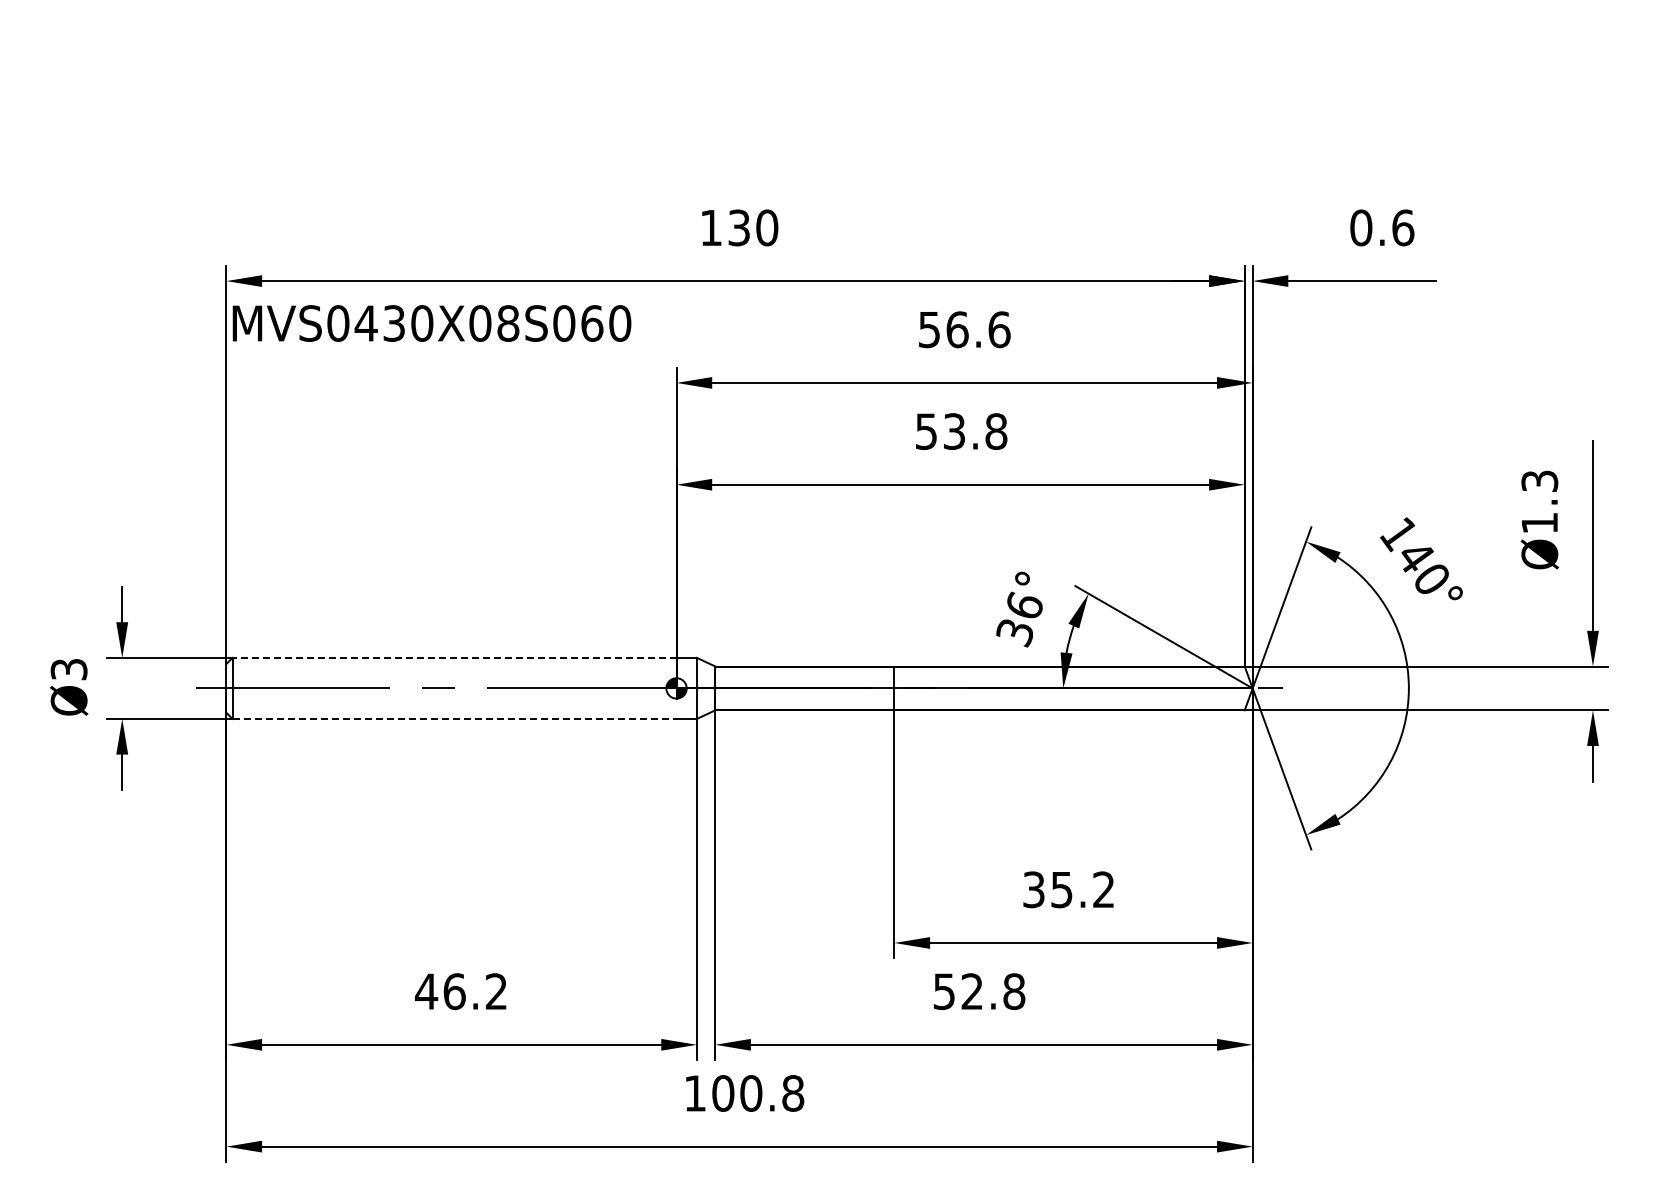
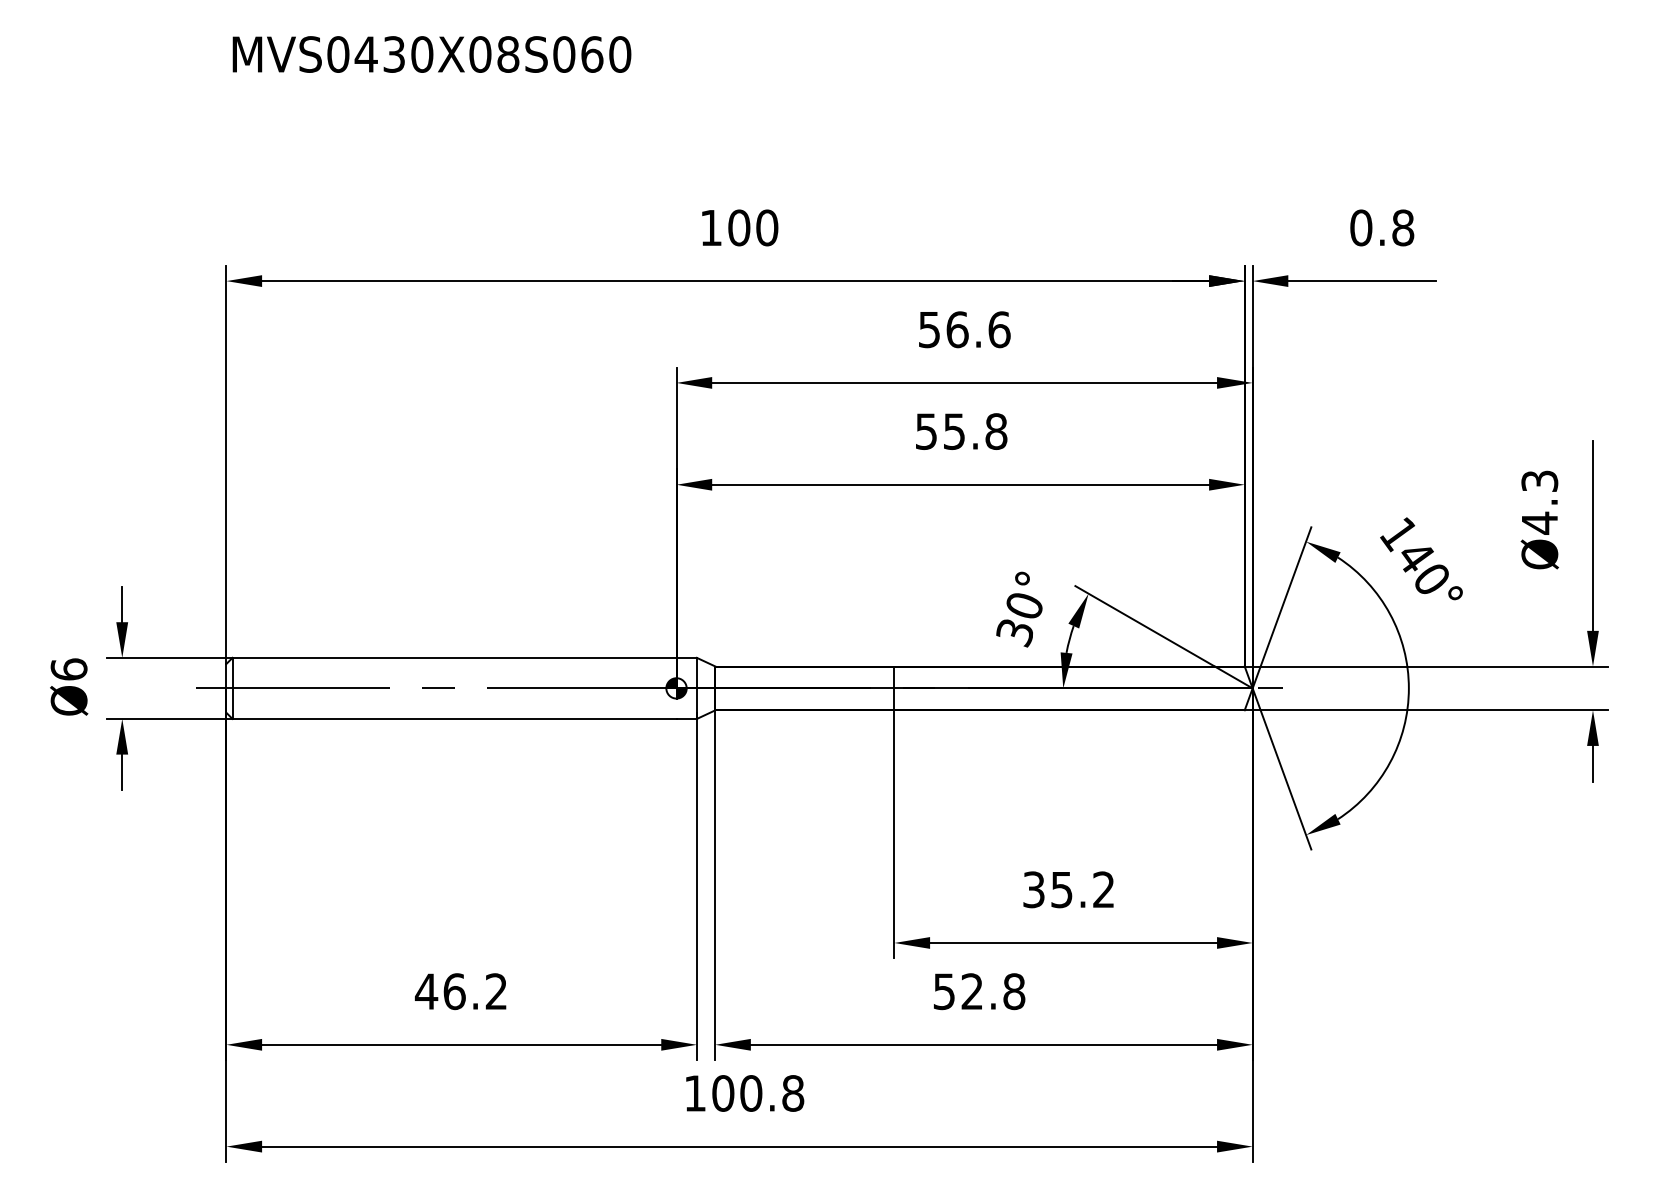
text at (739, 227): 130 -> 100
text at (1403, 227): 0.6 -> 0.8
text at (431, 323) position: (431, 323) -> (431, 54)
text at (954, 431): 53.8 -> 55.8
text at (1539, 522): Ø1.3 -> Ø4.3
text at (1024, 604): 36° -> 30°
line at (454, 657): dashed -> solid
text at (68, 669): Ø3 -> Ø6
line at (454, 718): dashed -> solid
